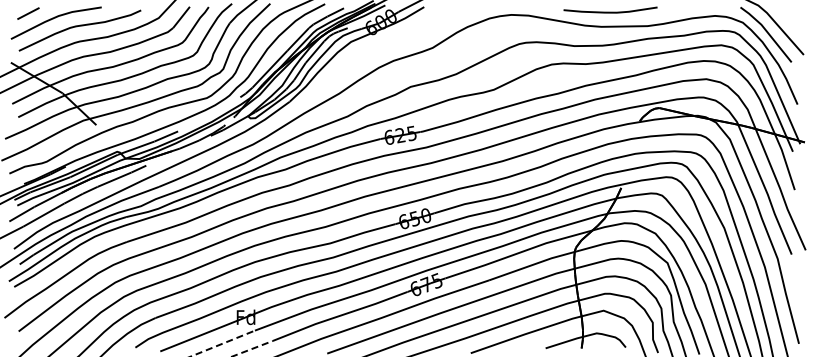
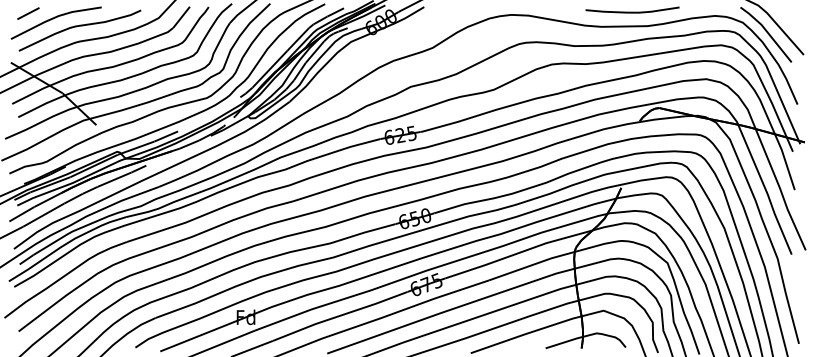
curve at (610, 11) position: (610, 11) -> (632, 11)
line at (222, 343): dashed -> solid
line at (252, 348): dashed -> solid
